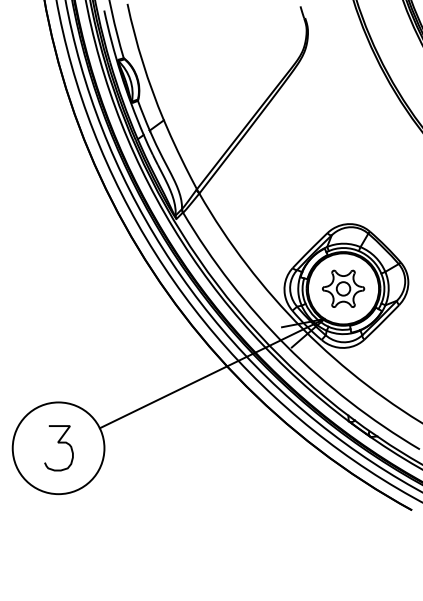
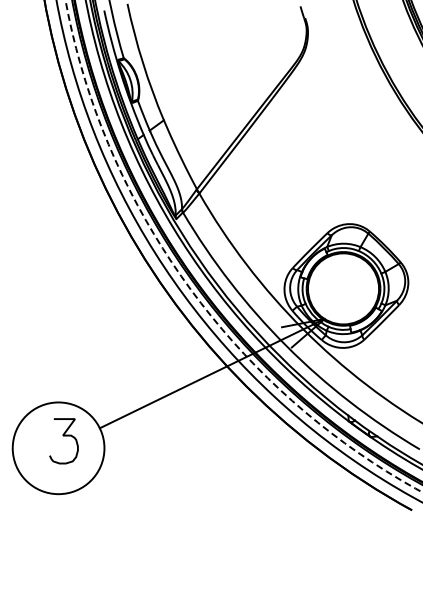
arc at (188, 285): solid -> dashed
part at (343, 288): present -> none
curve at (58, 443) position: (58, 443) -> (63, 436)
